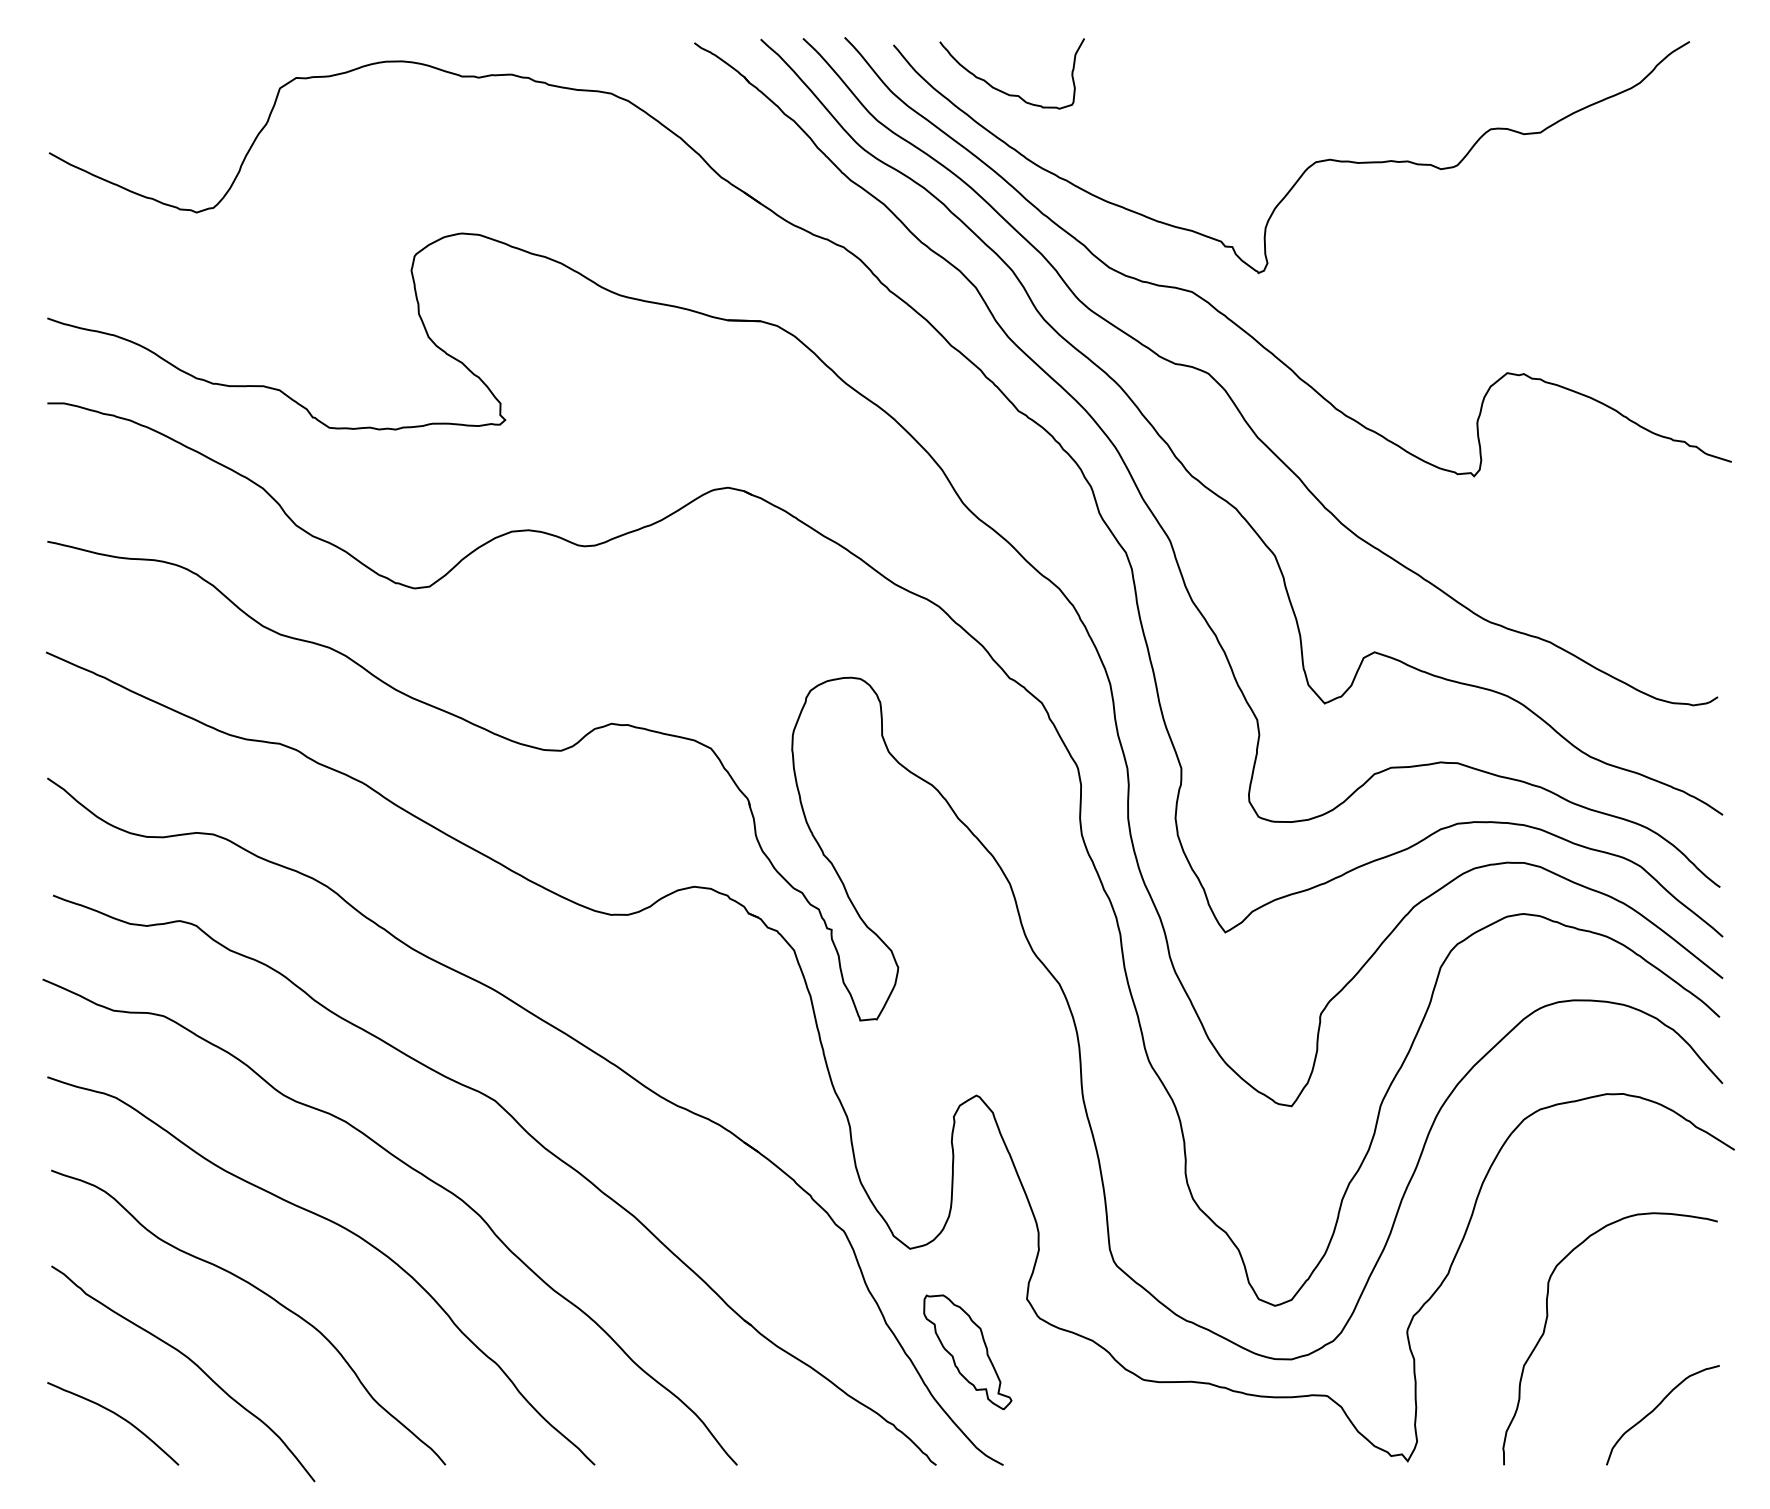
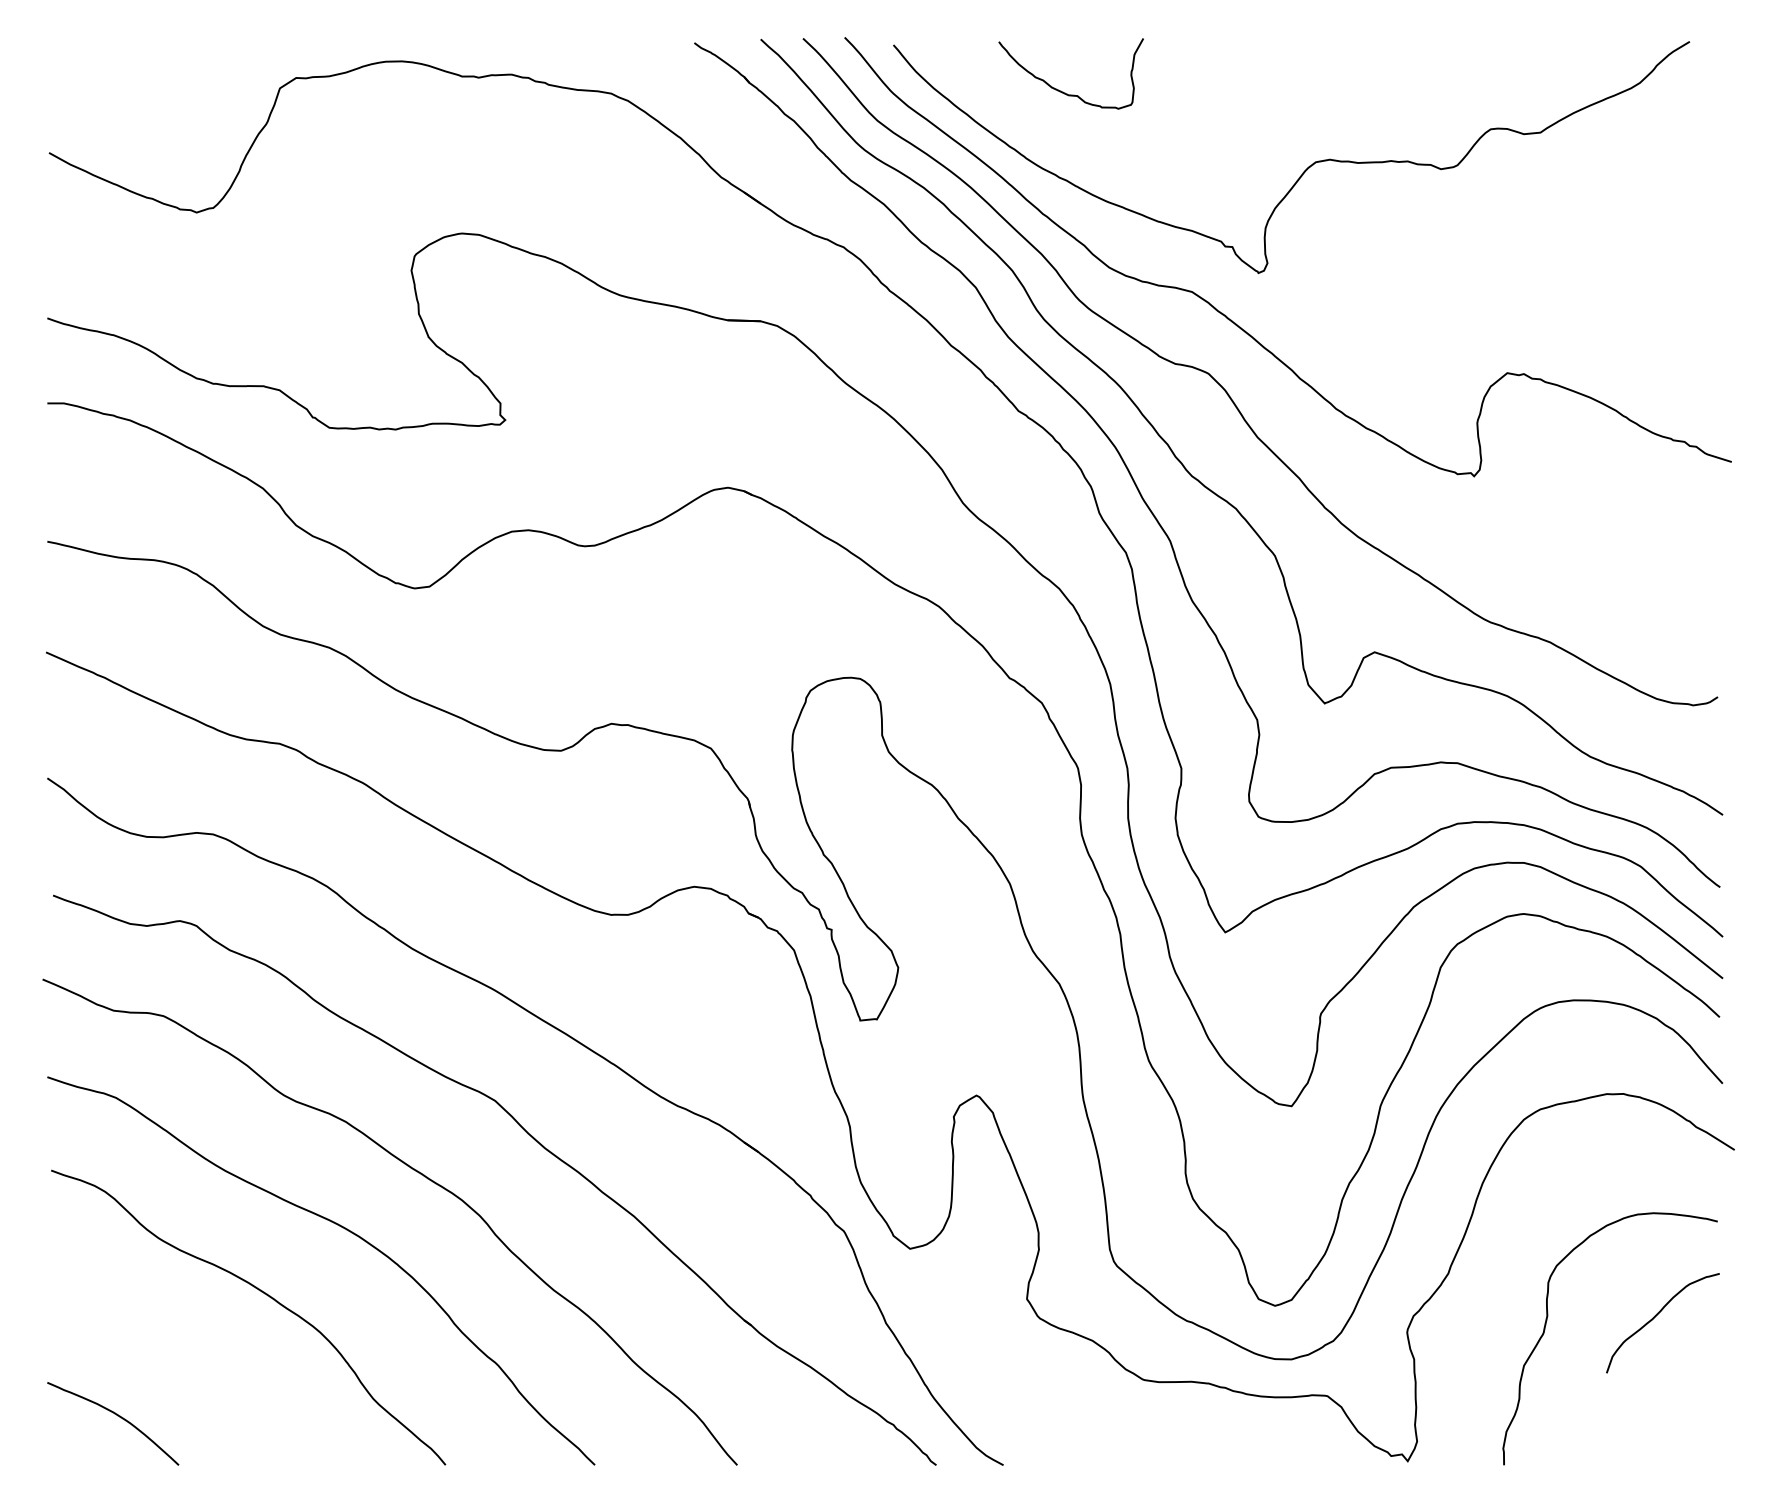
curve at (1004, 91) position: (1004, 91) -> (1063, 91)
part at (967, 1351): present -> none
curve at (190, 1361): present -> none
curve at (1656, 1408) position: (1656, 1408) -> (1656, 1316)
